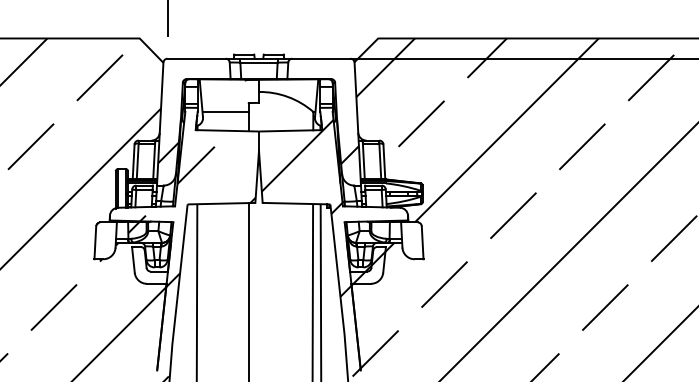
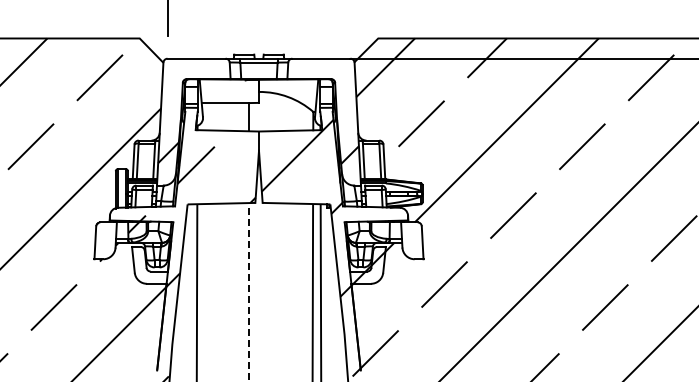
line at (225, 111) position: (225, 111) -> (225, 102)
line at (248, 292): solid -> dashed
